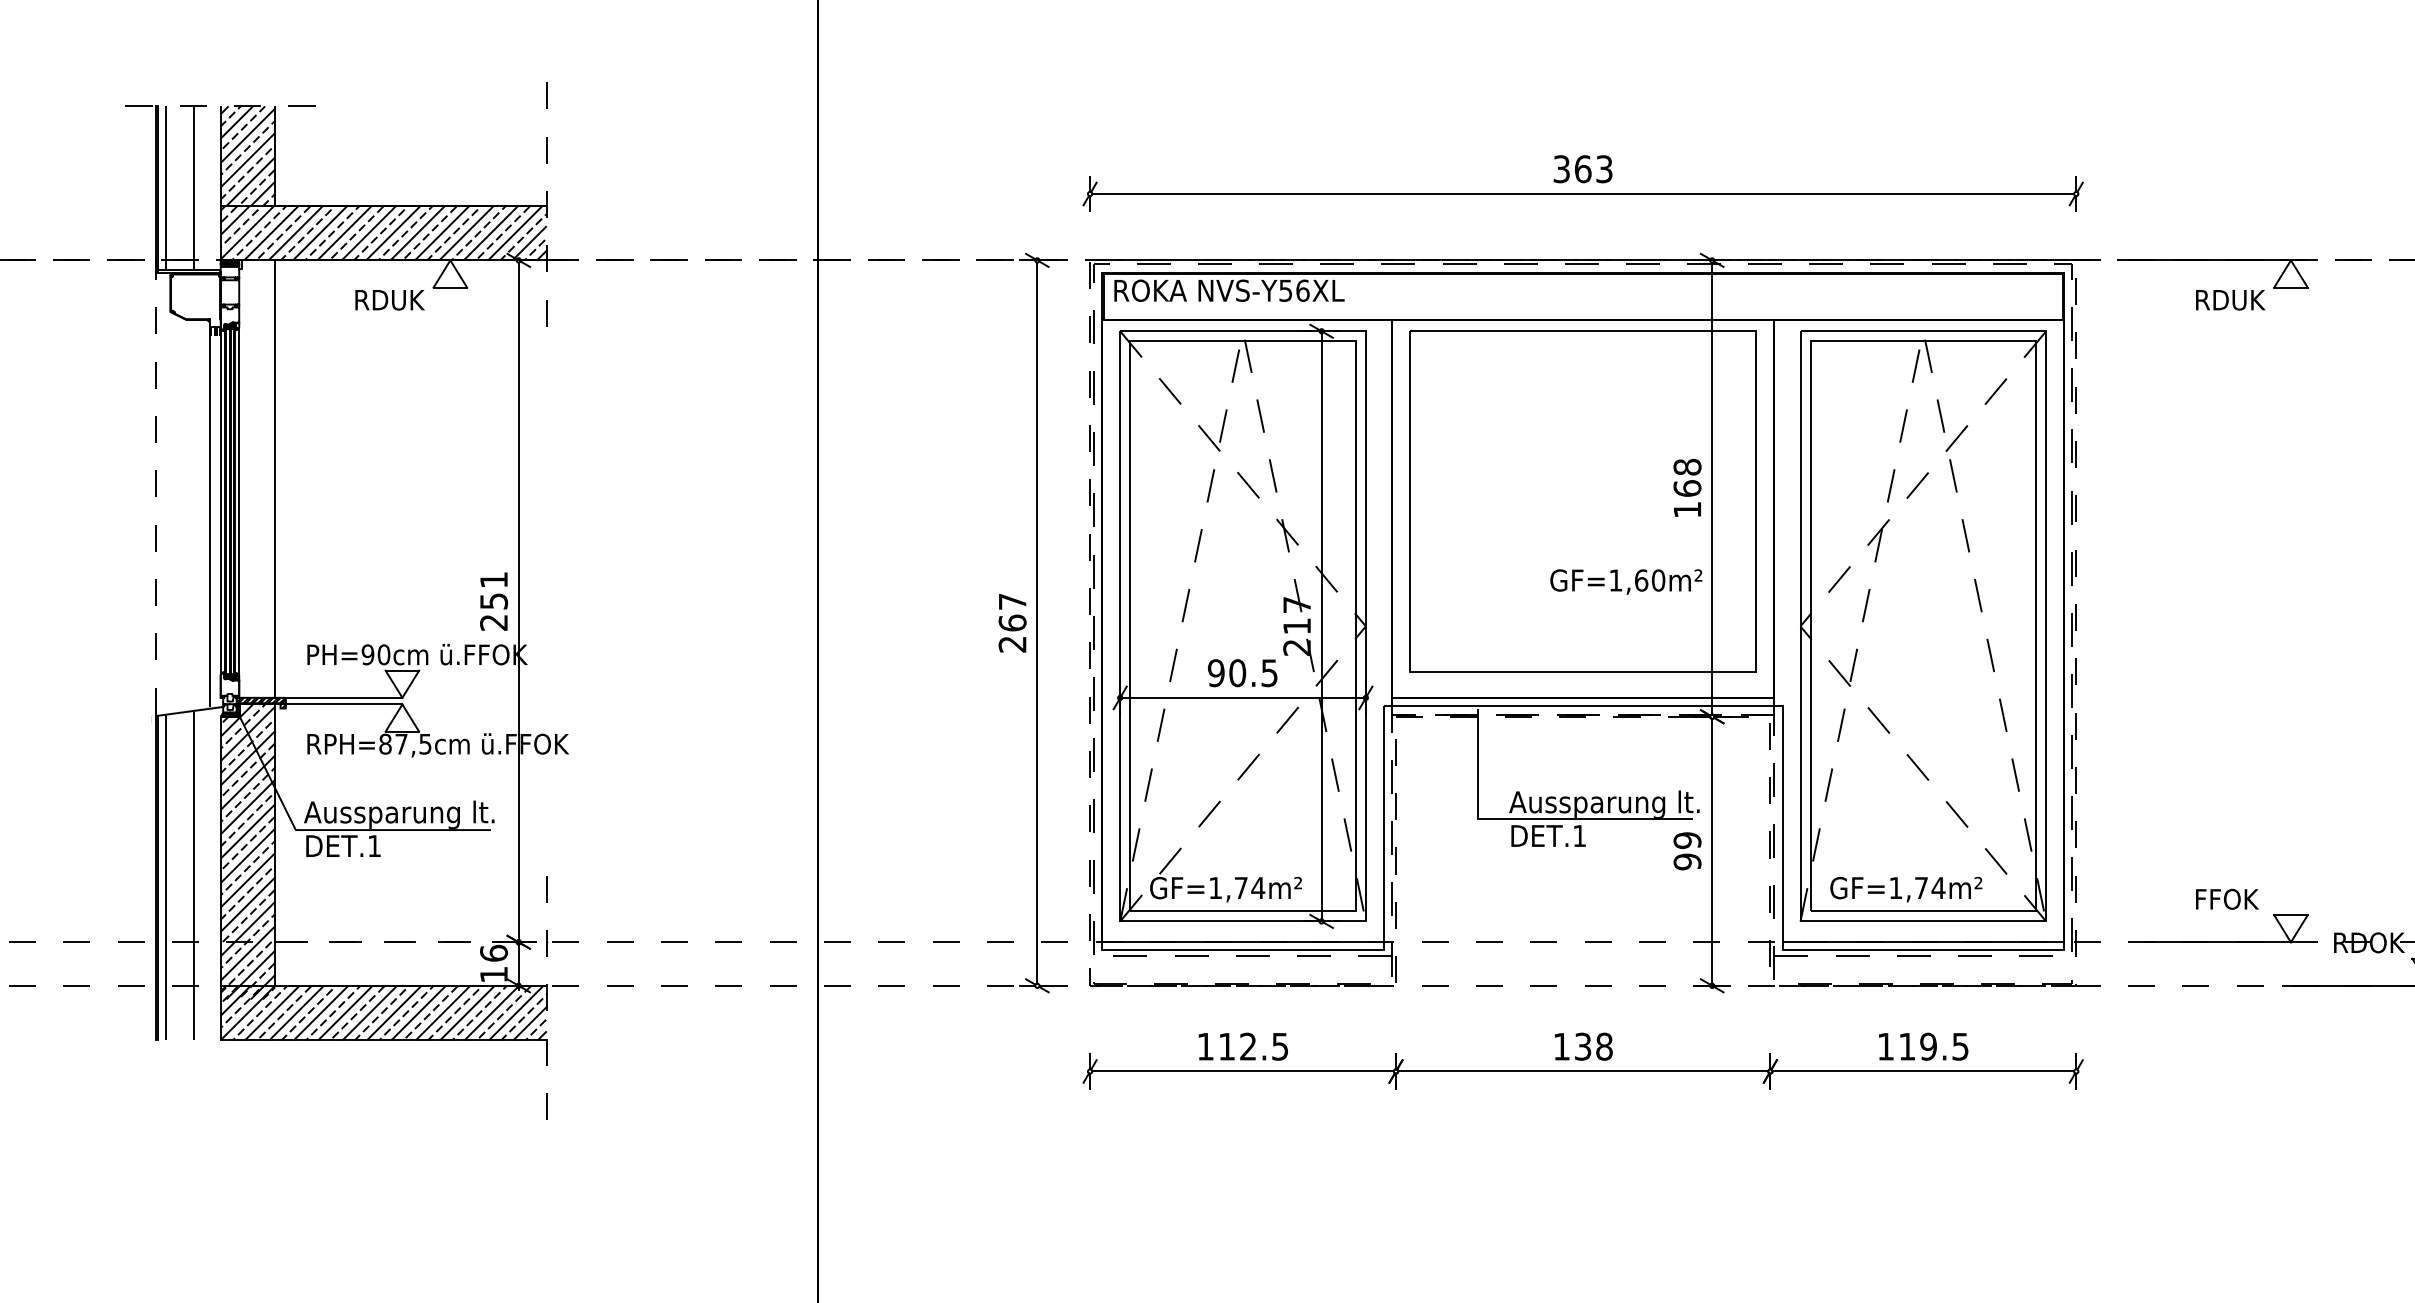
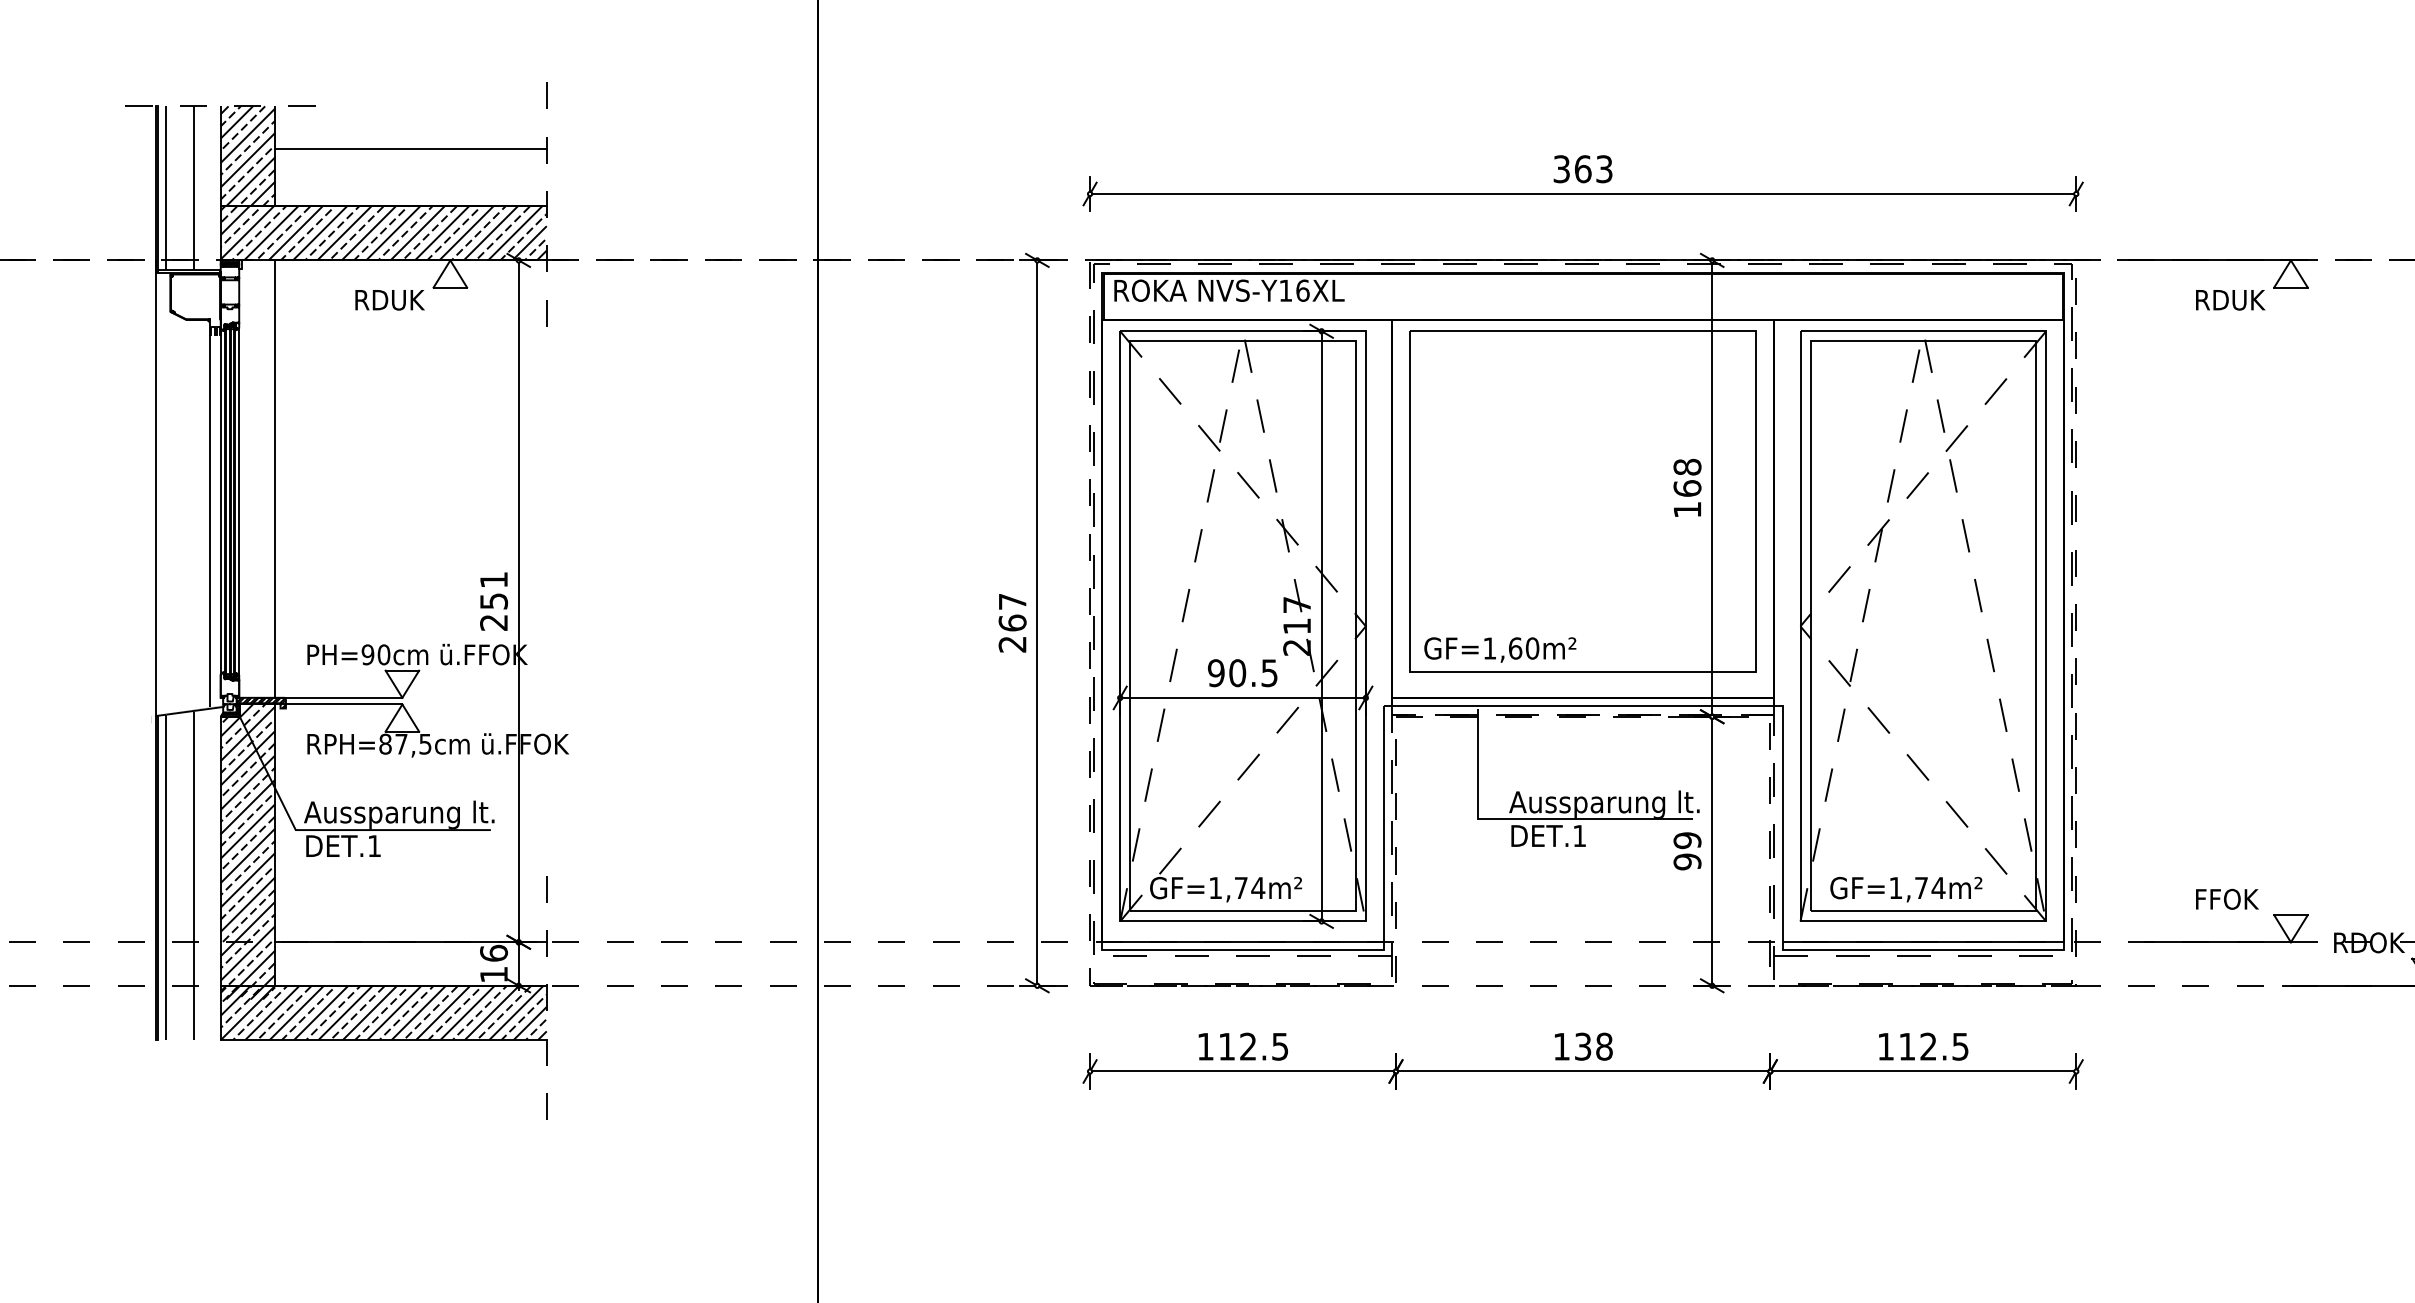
line at (410, 149): none -> present
text at (1285, 290): NVS-Y56XL -> NVS-Y16XL
line at (155, 487): dashed -> solid
text at (1626, 581) position: (1626, 581) -> (1500, 649)
line at (410, 942): dashed -> solid
text at (1928, 1046): 119.5 -> 112.5
